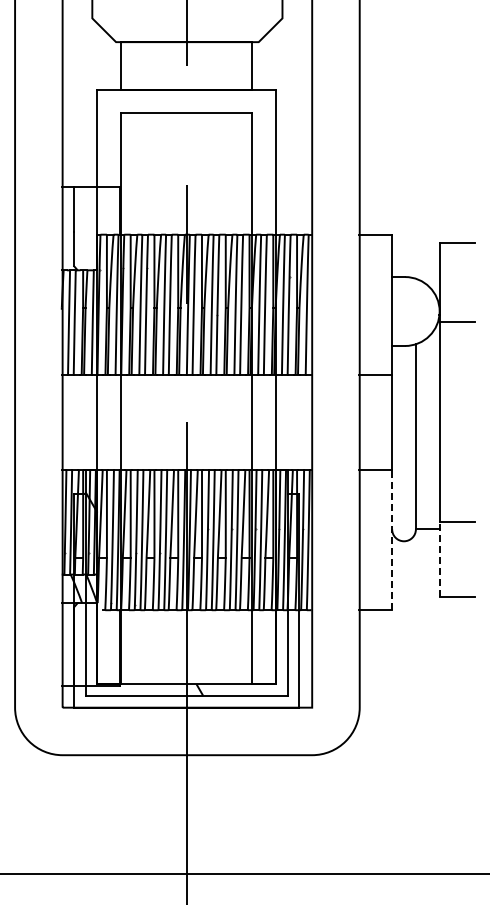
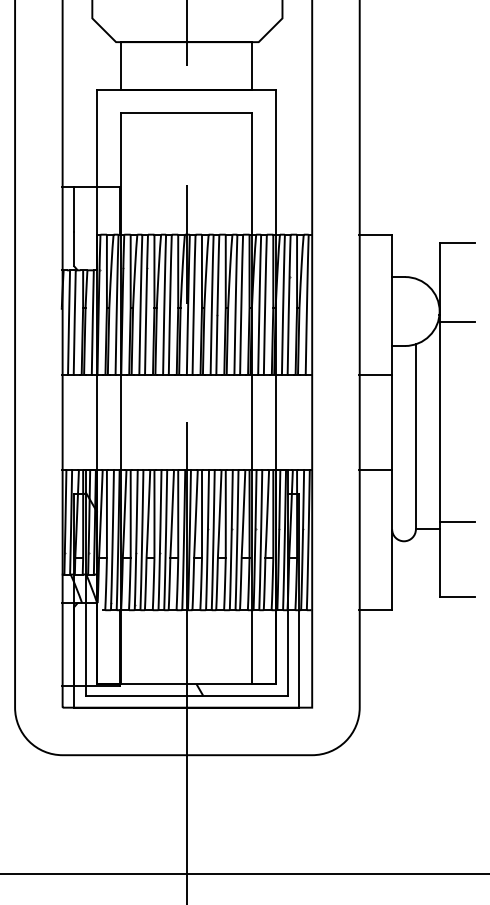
line at (392, 539): dashed -> solid
line at (439, 559): dashed -> solid
